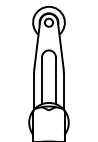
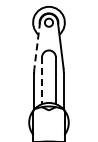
line at (37, 45): solid -> dashed
line at (42, 81): solid -> dashed
